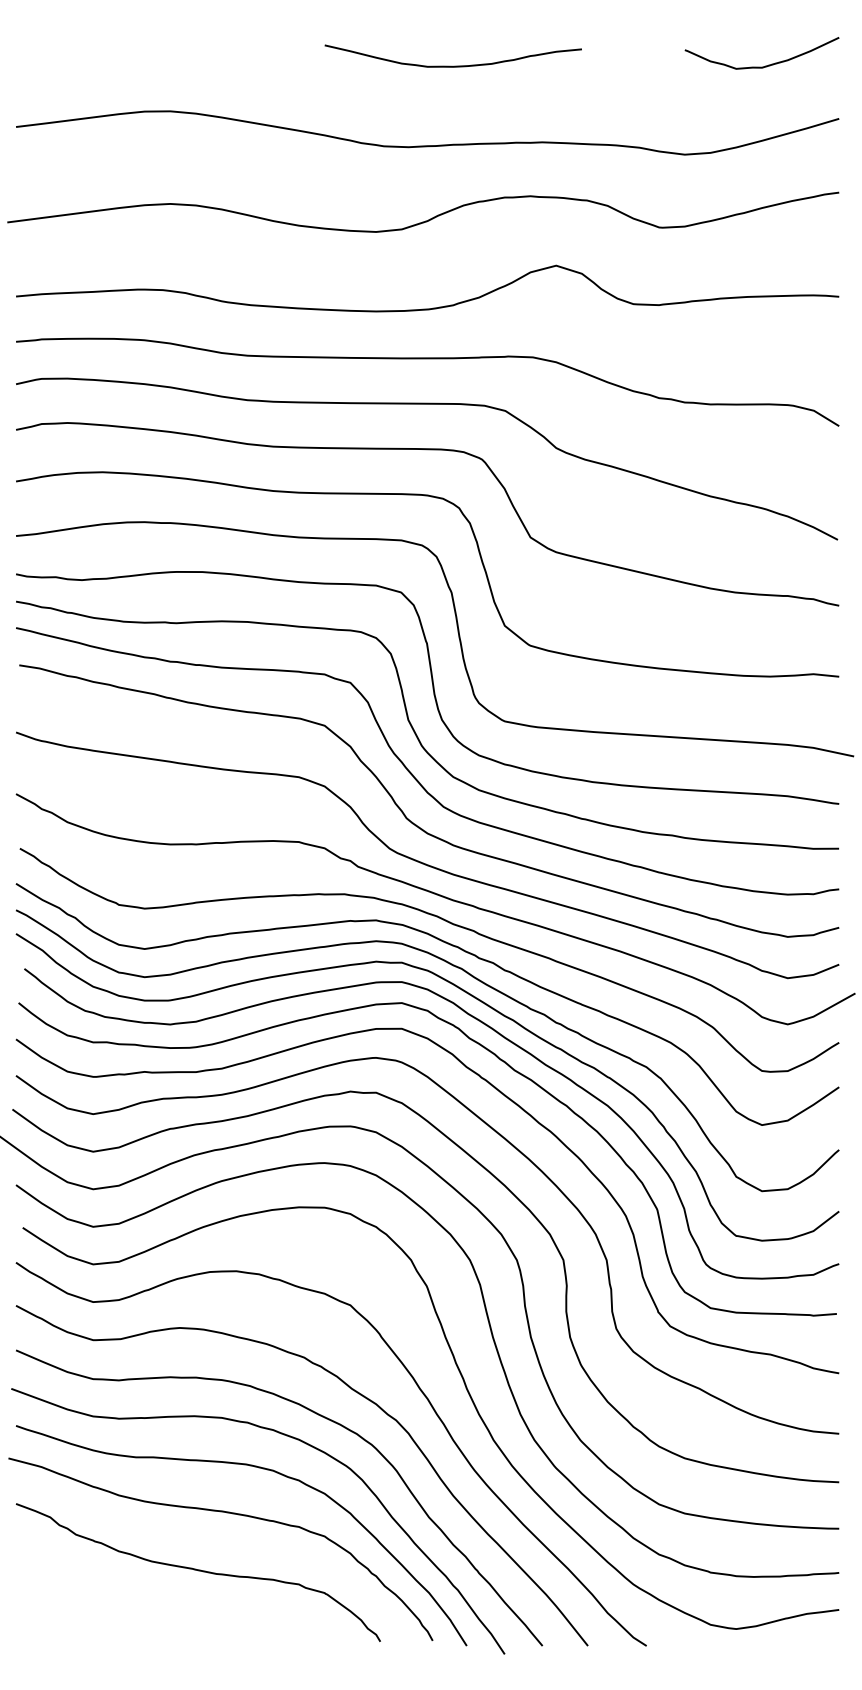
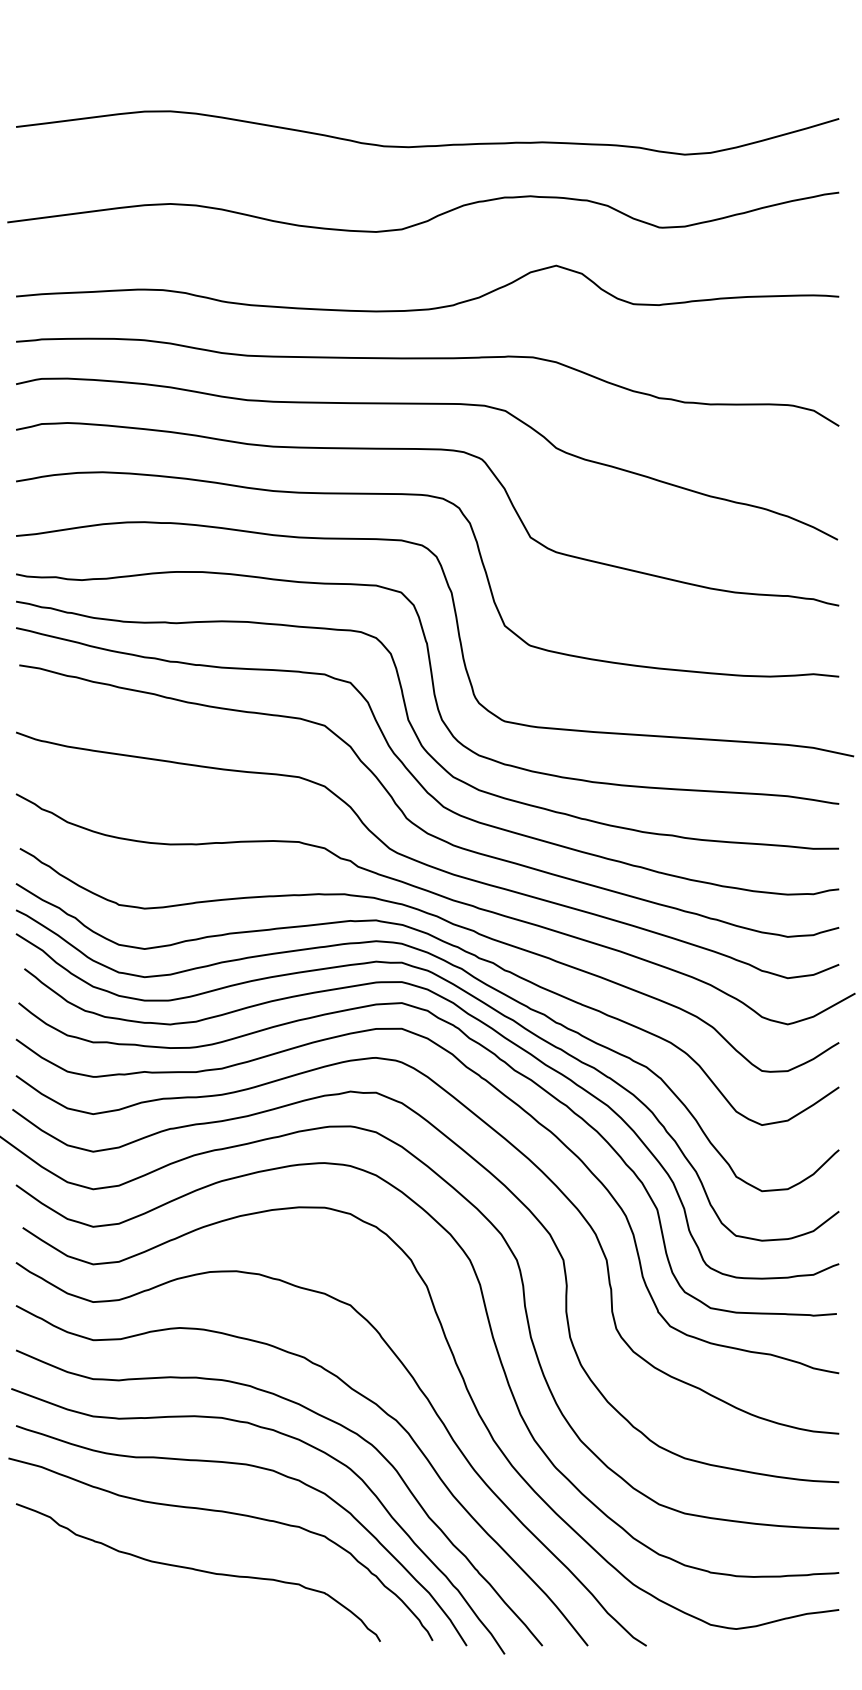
curve at (452, 65): present -> none
curve at (765, 65): present -> none
